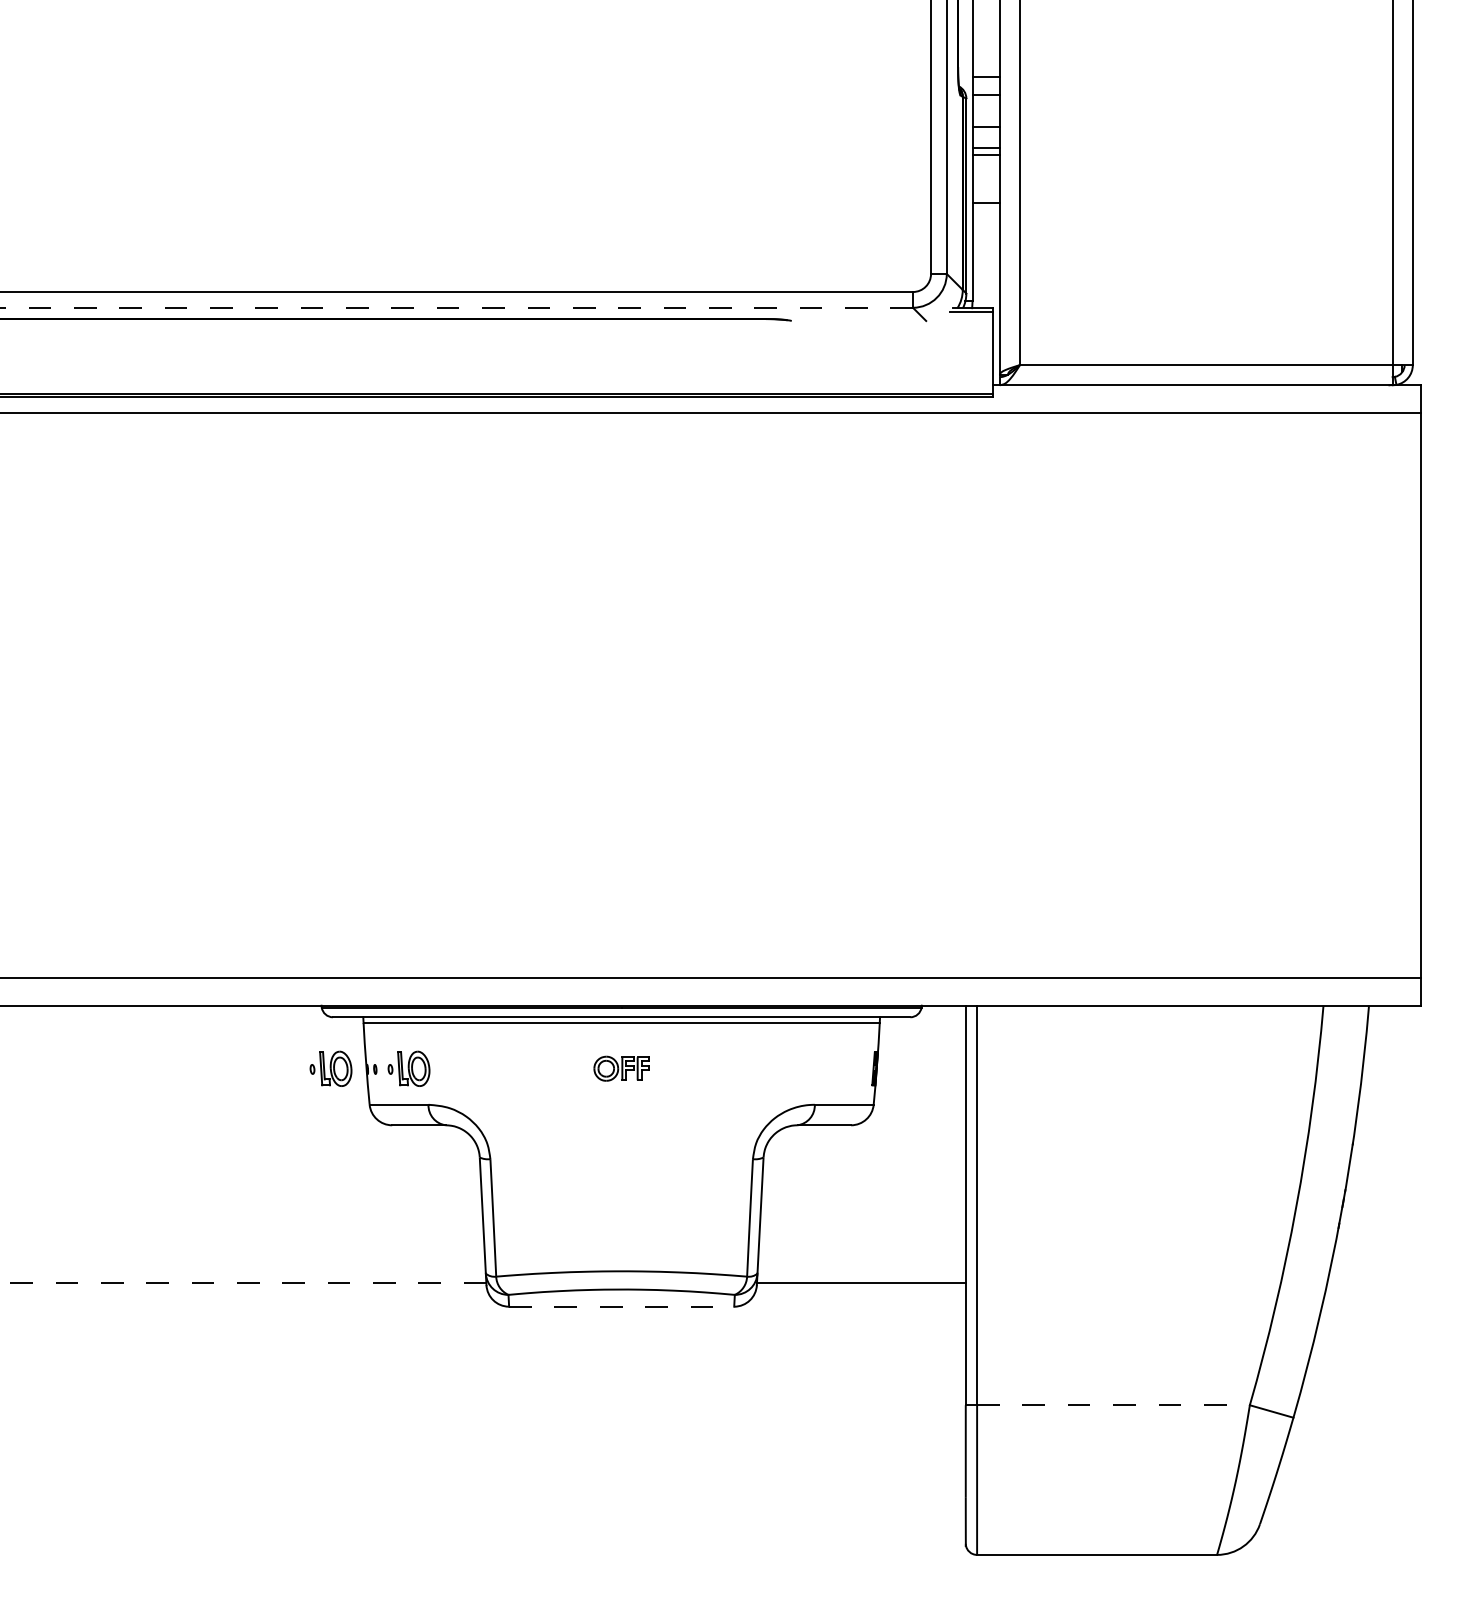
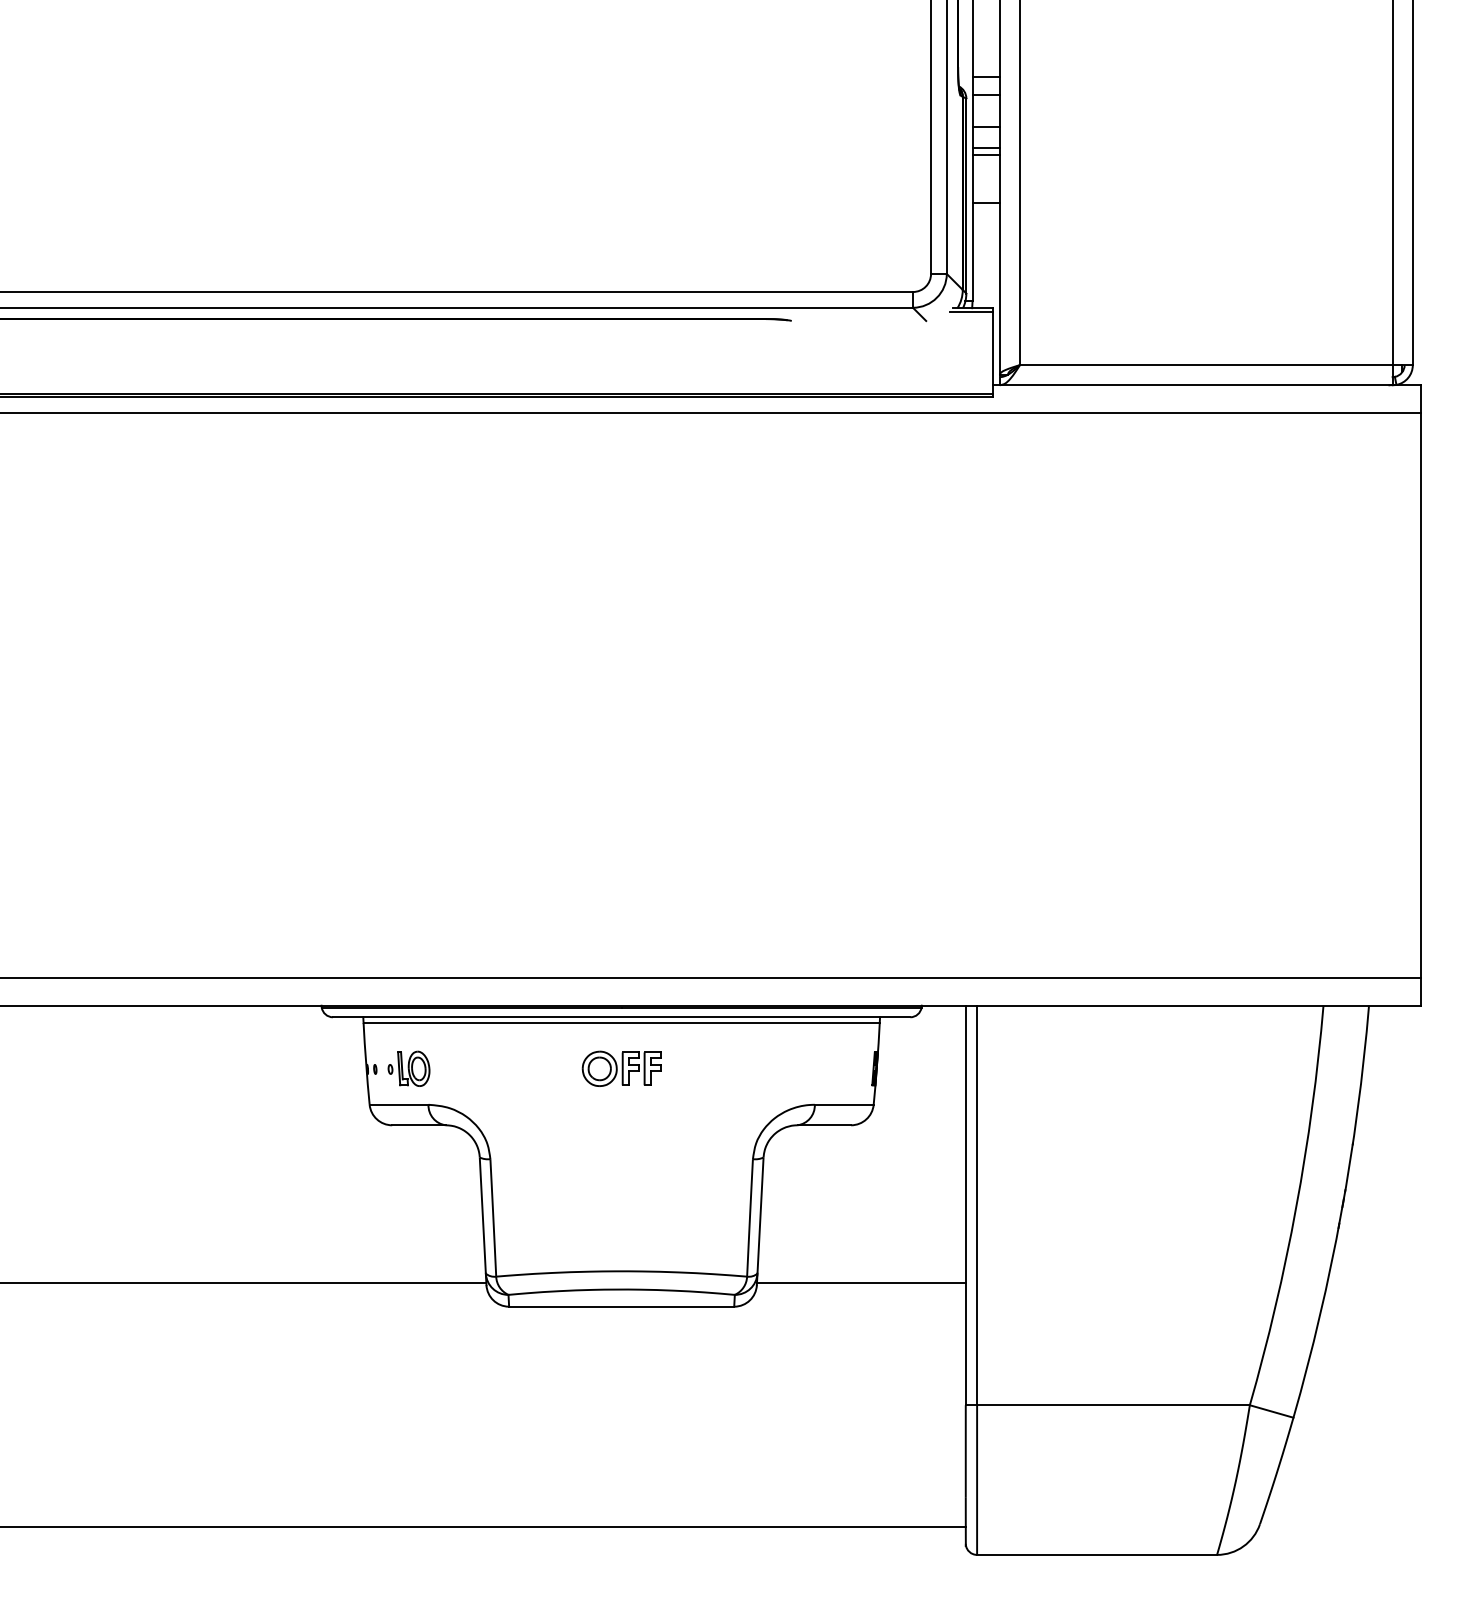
line at (456, 307): dashed -> solid
part at (330, 1068): present -> none
part at (621, 1068) size: 57x27 px -> 81x37 px
line at (243, 1283): dashed -> solid
line at (621, 1306): dashed -> solid
line at (1113, 1405): dashed -> solid
line at (483, 1527): none -> present
